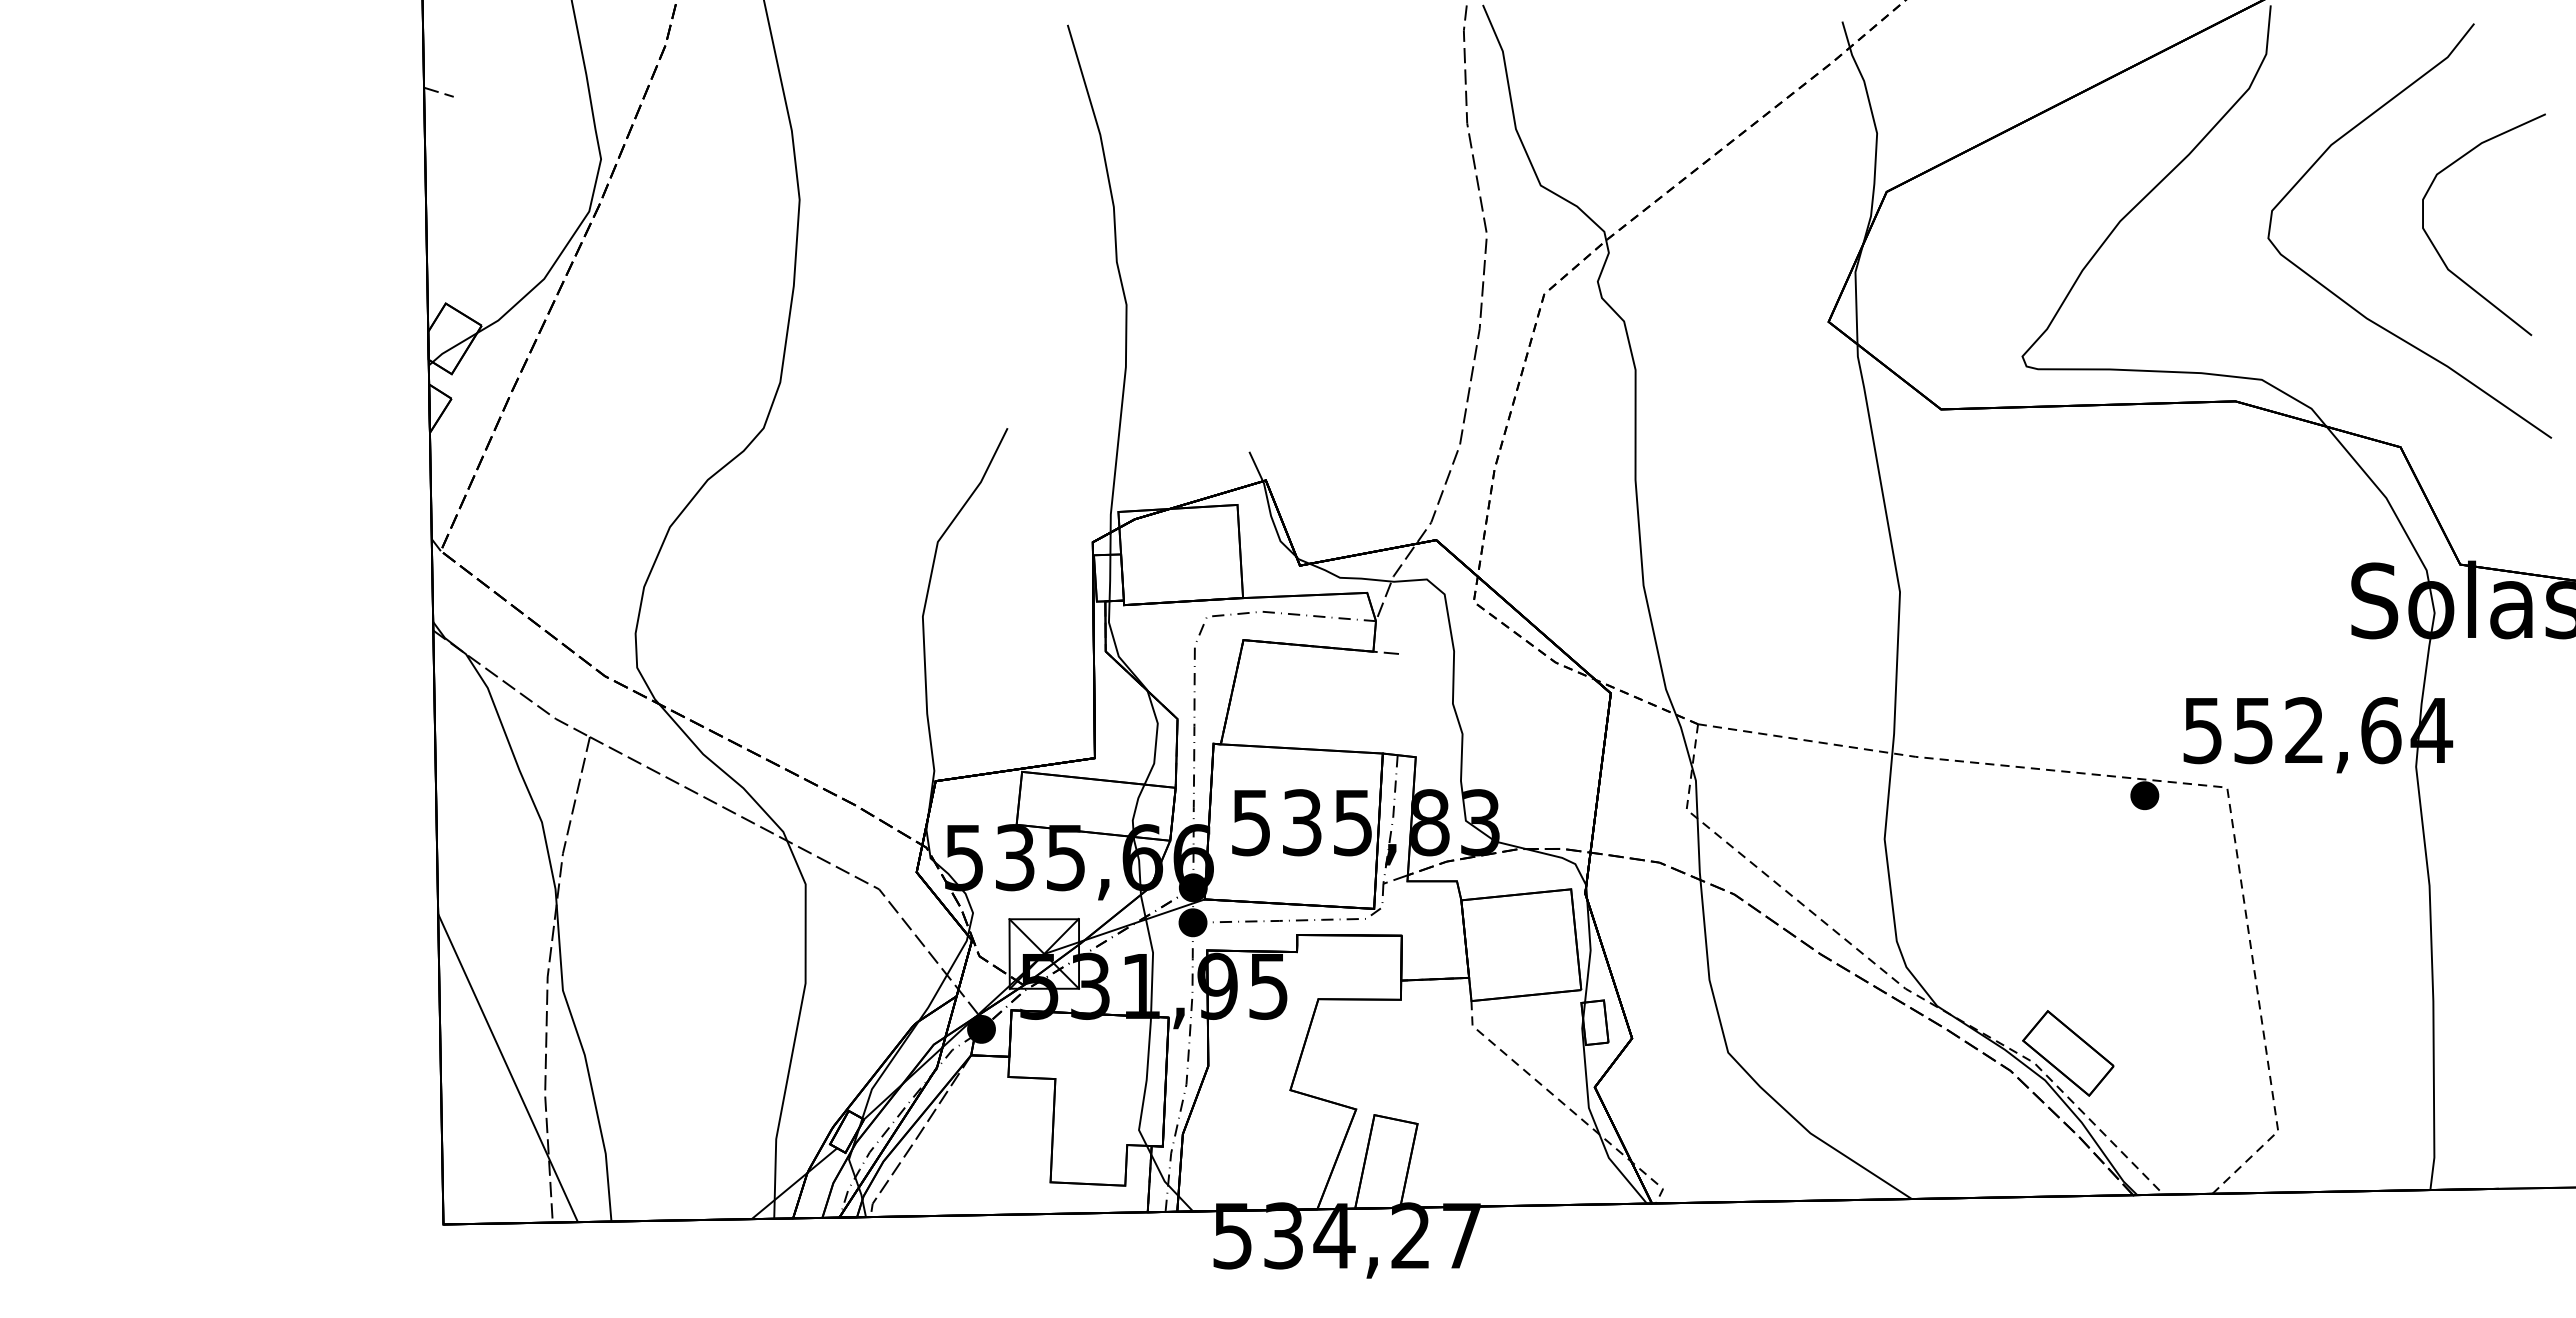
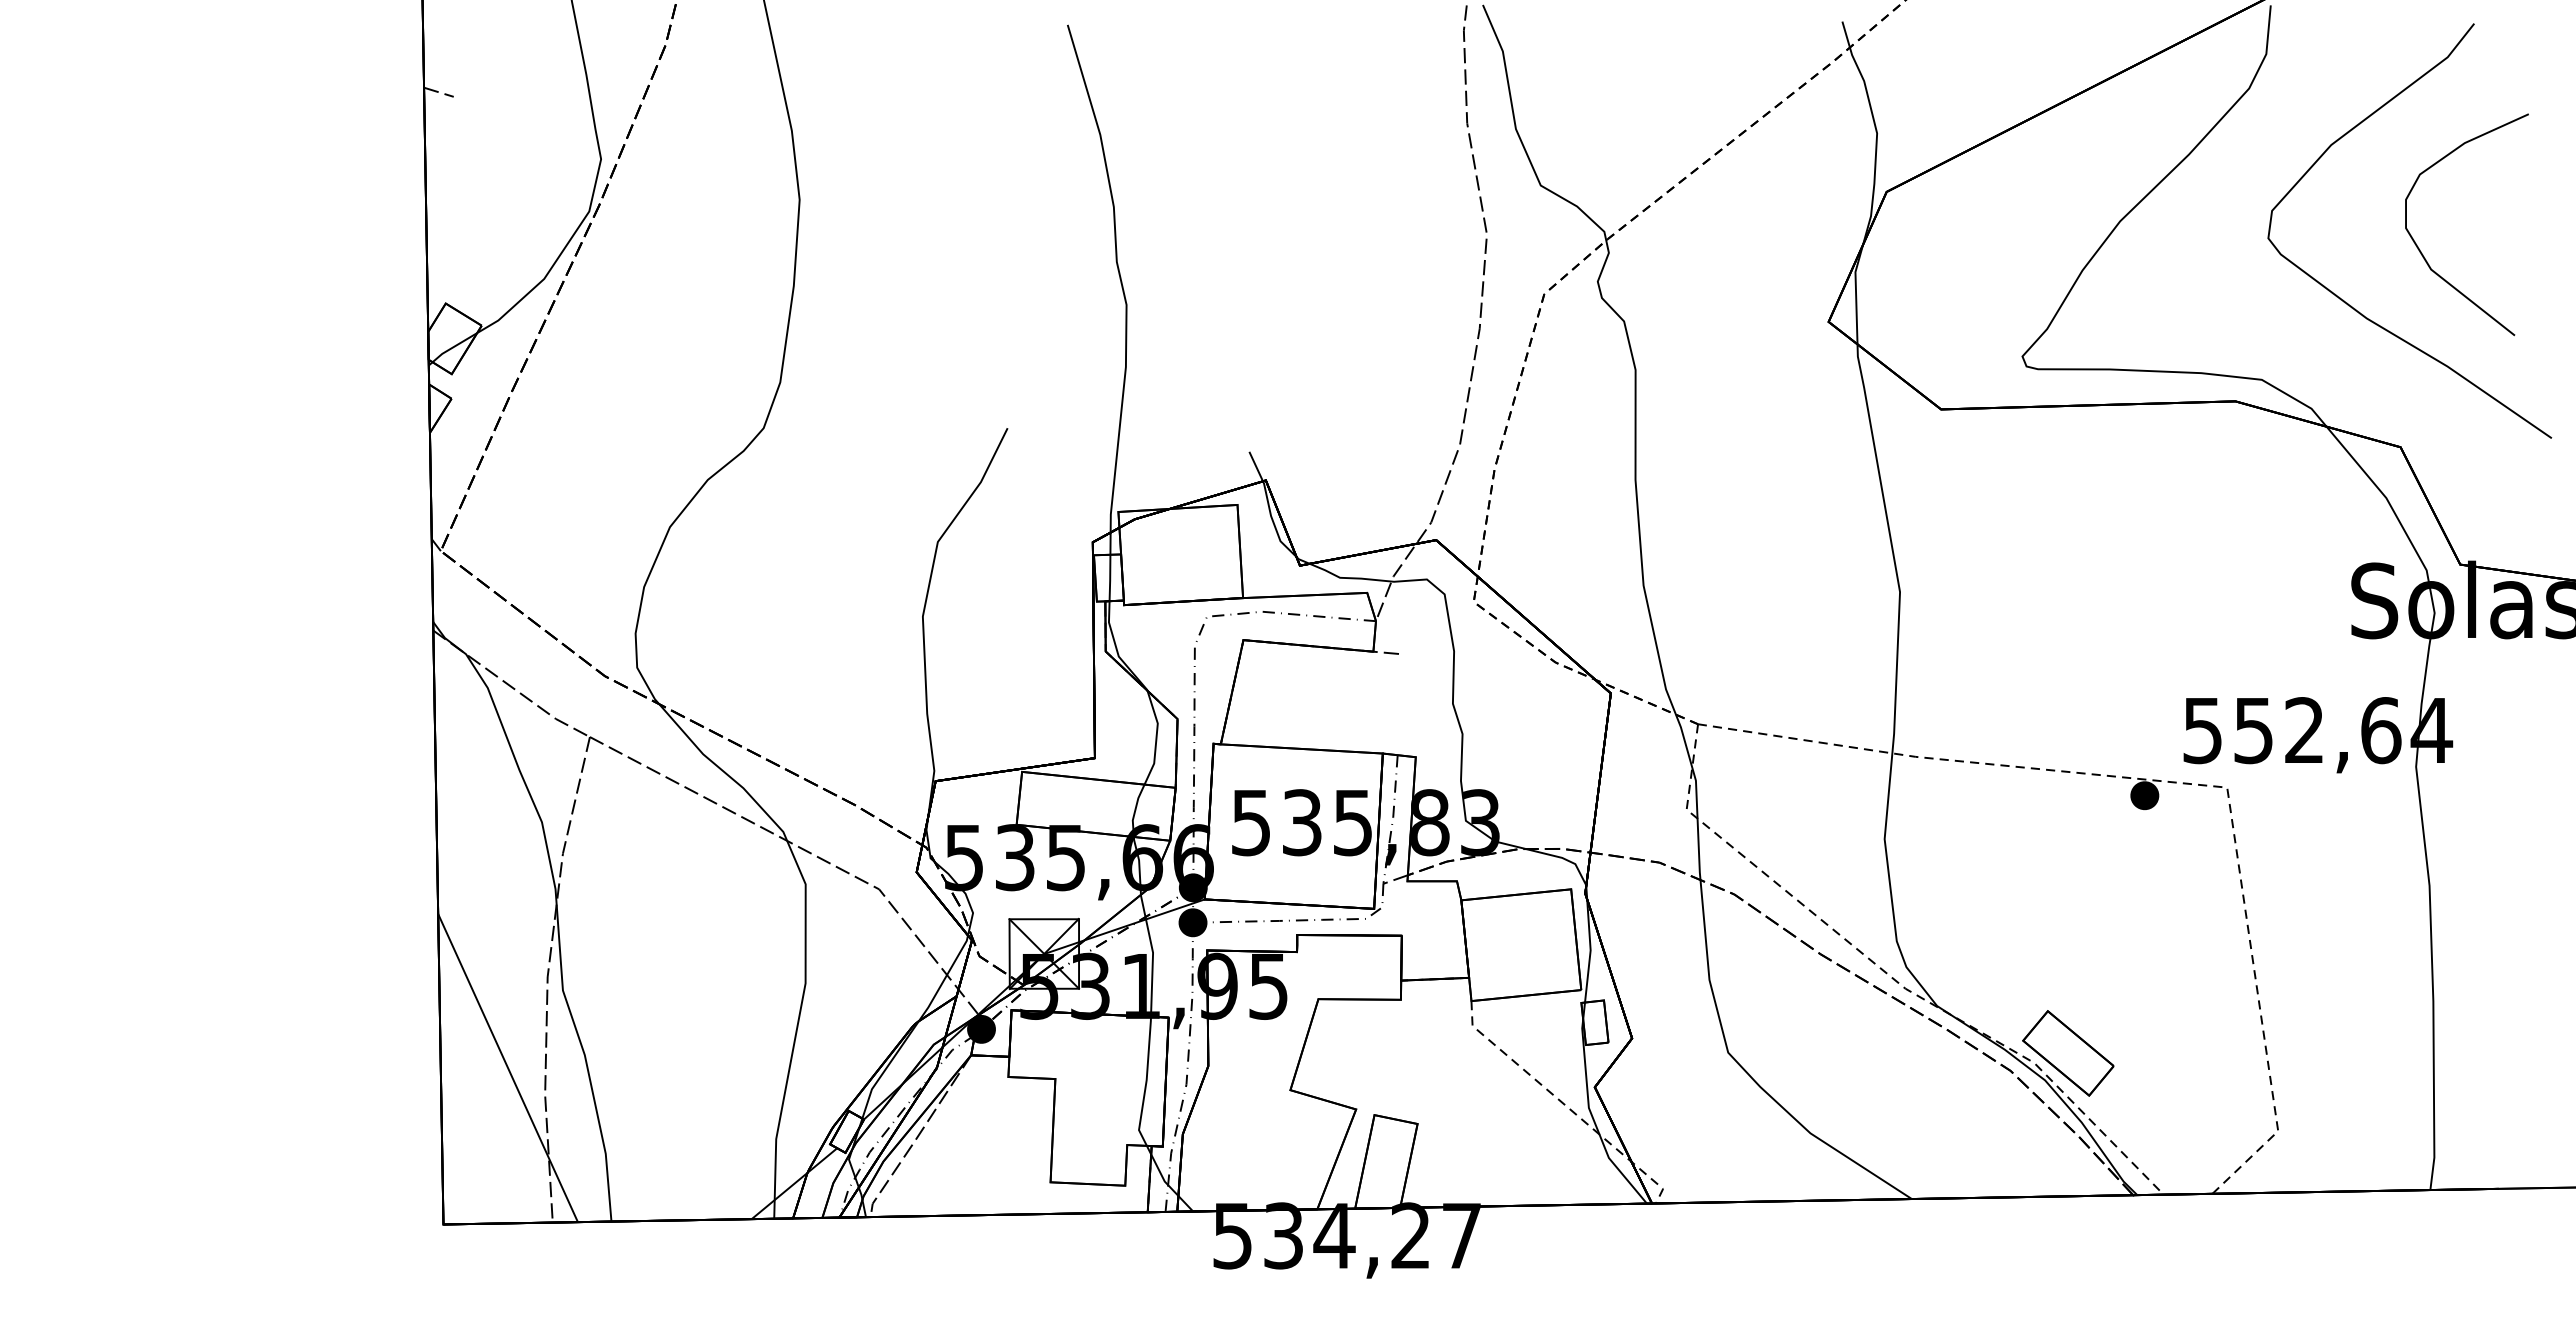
curve at (2437, 249) position: (2437, 249) -> (2420, 249)
